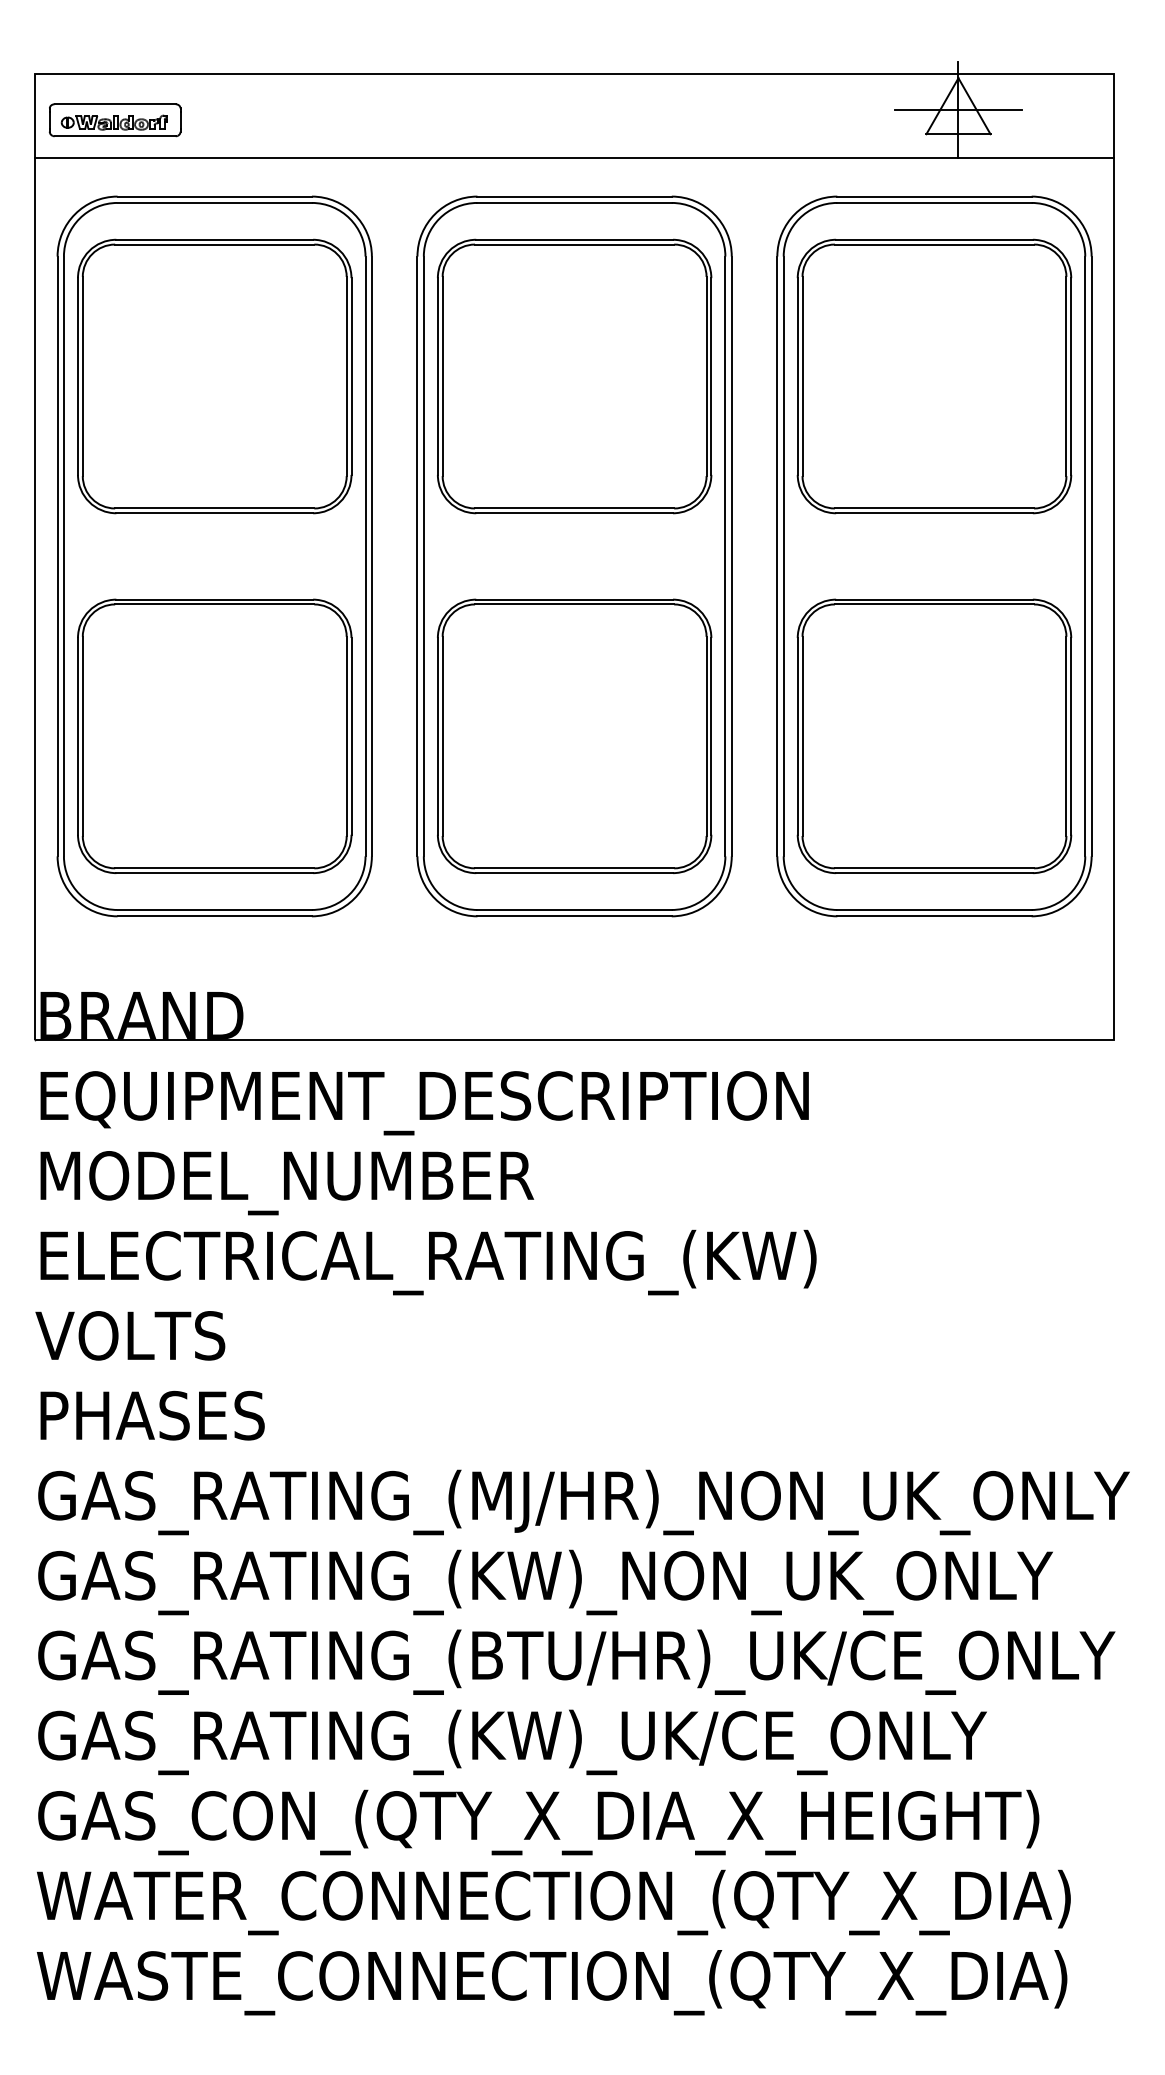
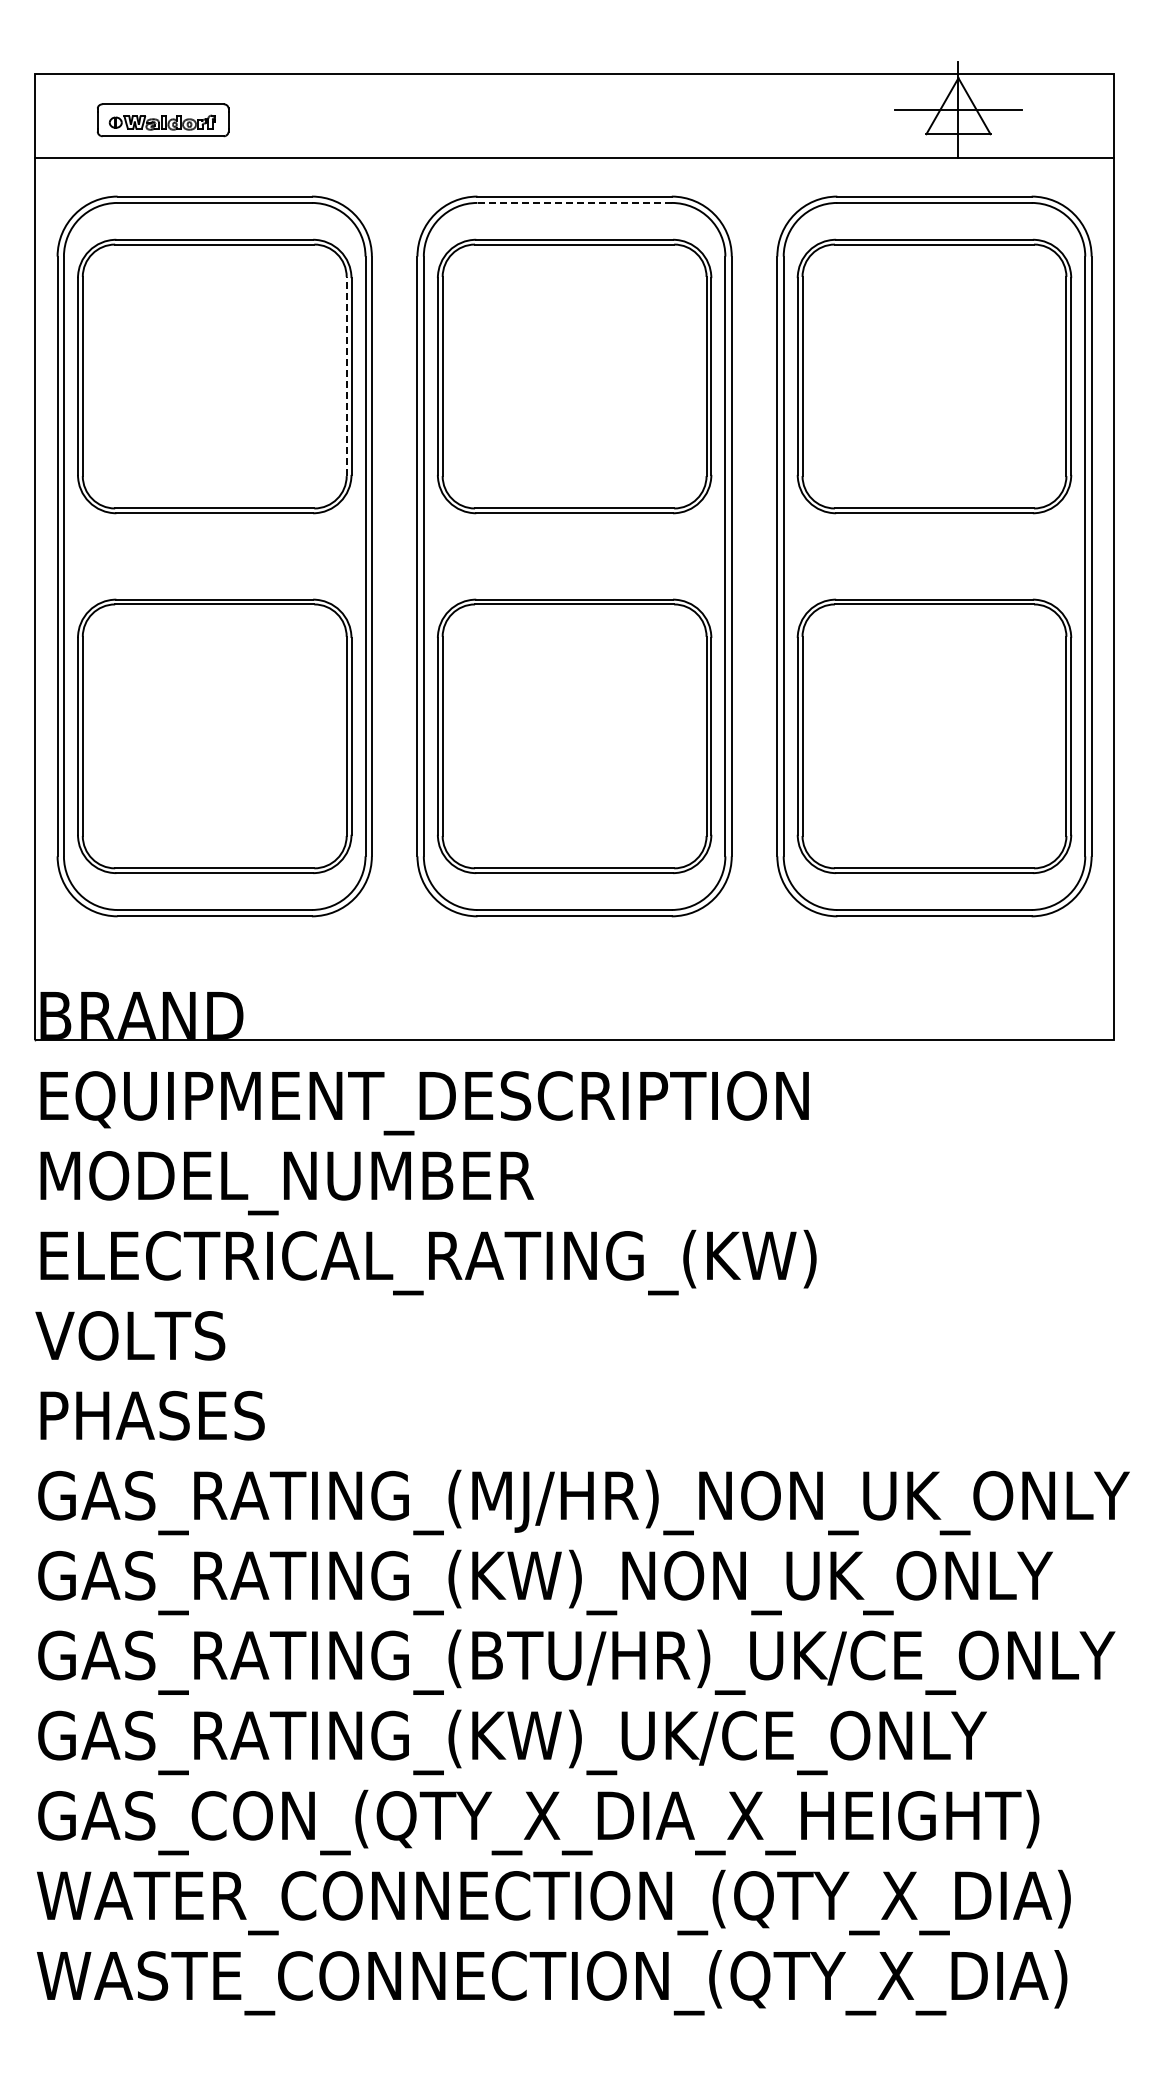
part at (114, 120) position: (114, 120) -> (162, 120)
line at (574, 202): solid -> dashed
line at (346, 376): solid -> dashed
